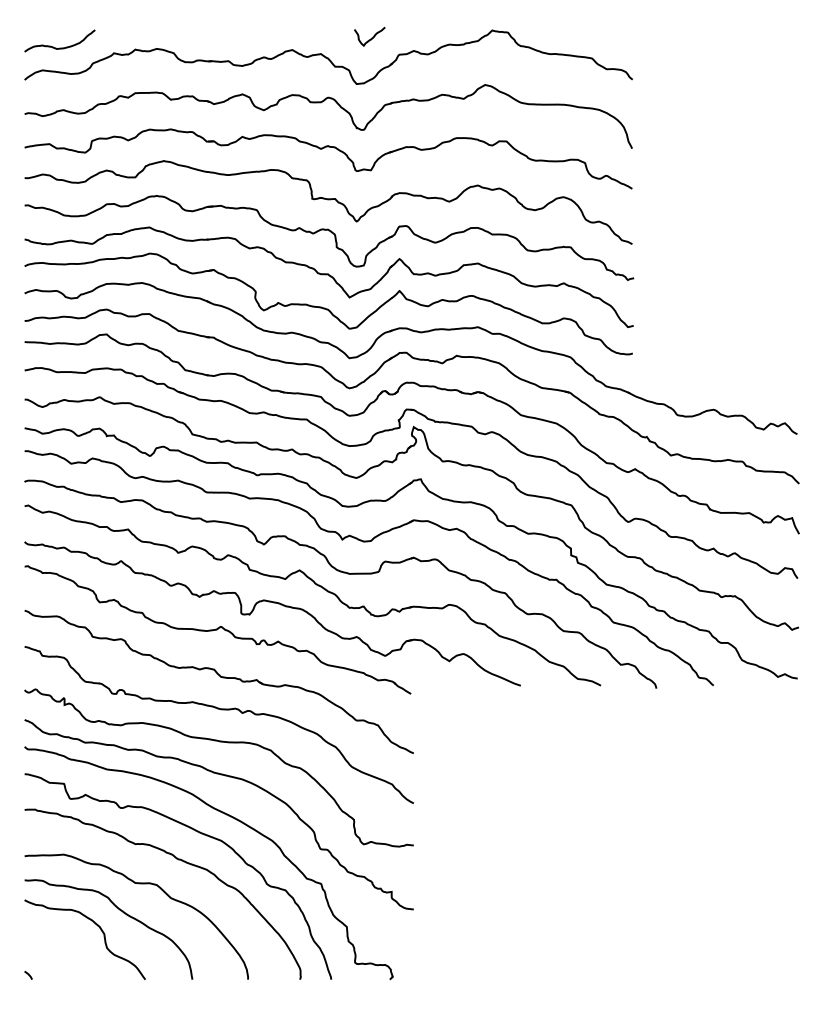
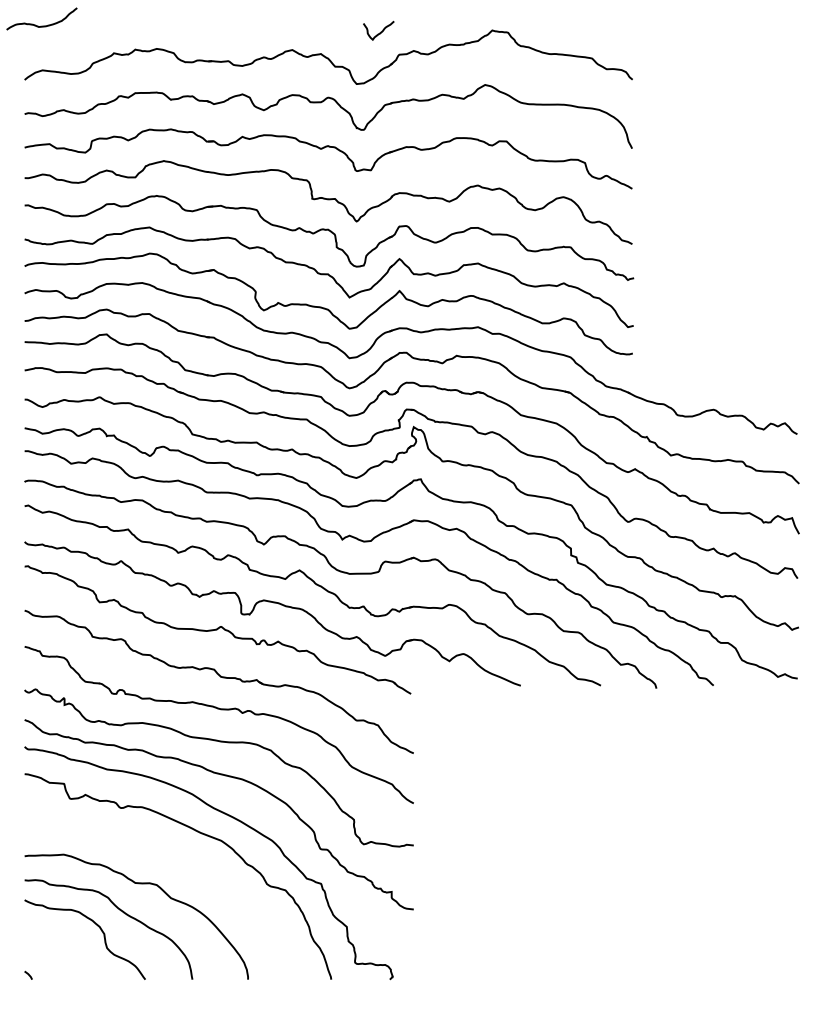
curve at (371, 37) position: (371, 37) -> (380, 31)
curve at (59, 47) position: (59, 47) -> (41, 25)
curve at (178, 860): present -> none
